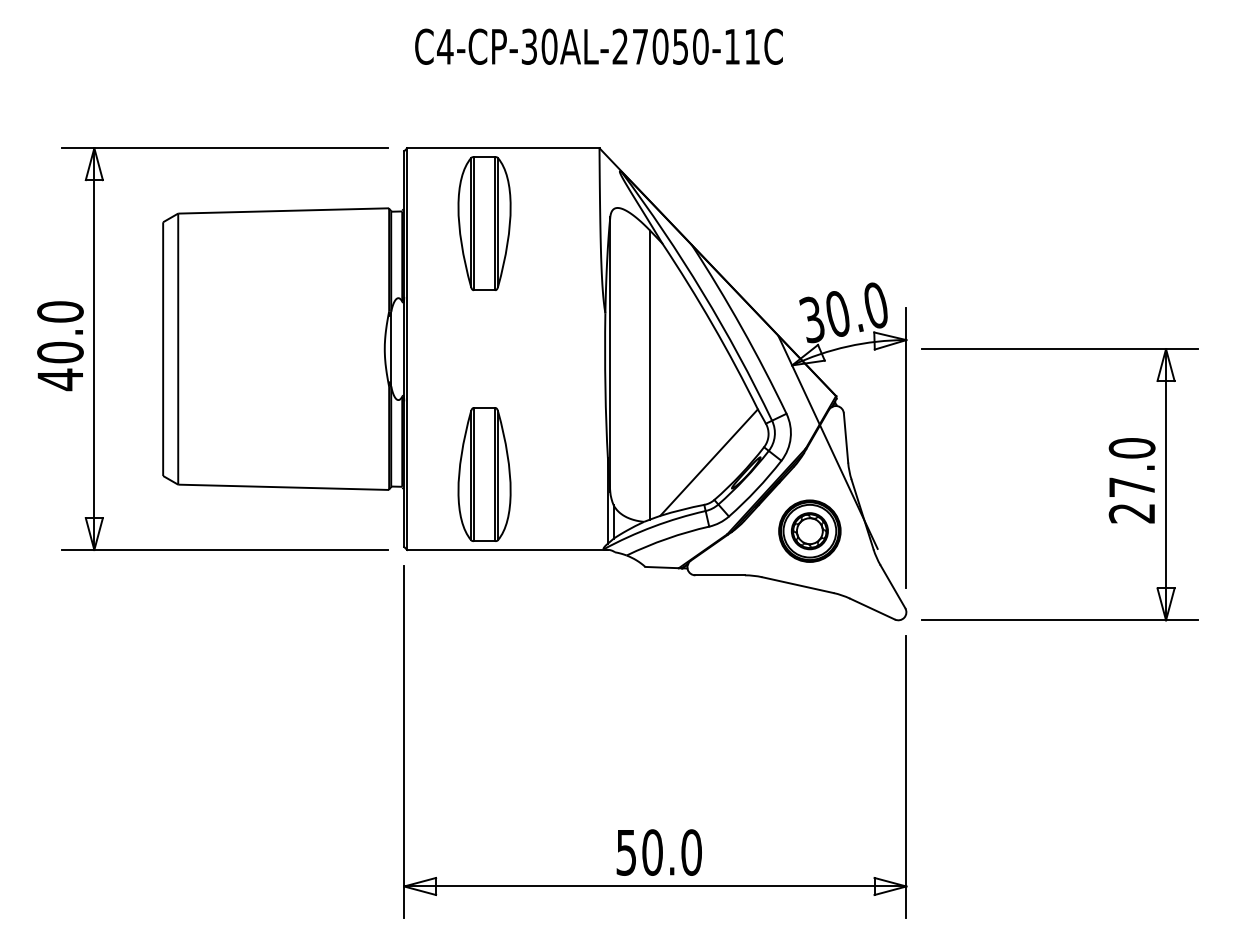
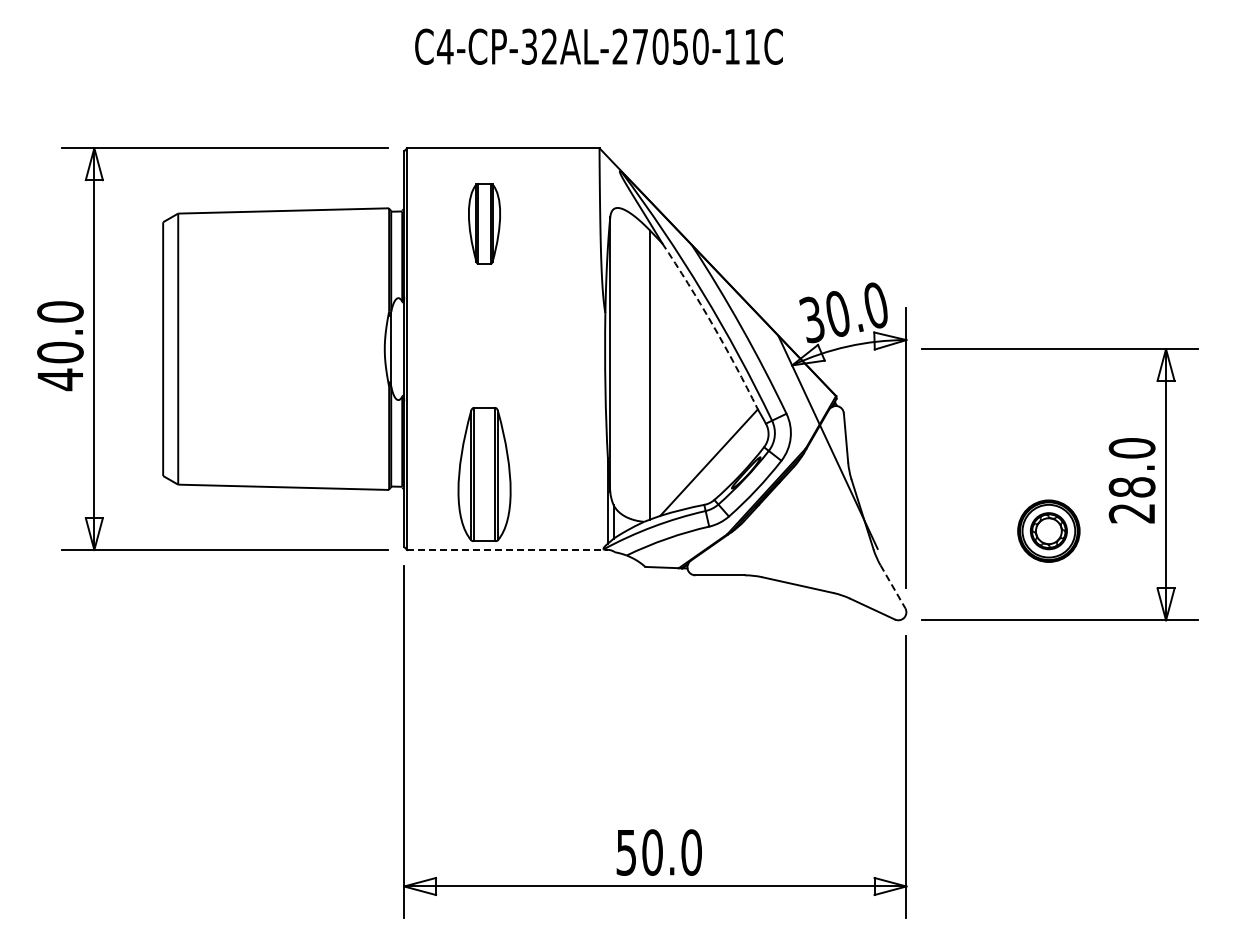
text at (549, 46): C4-CP-30AL-27050-11C -> C4-CP-32AL-27050-11C
part at (484, 223) size: 55x136 px -> 33x82 px
arc at (712, 324): solid -> dashed
text at (1131, 487): 27.0 -> 28.0
part at (809, 530) position: (809, 530) -> (1048, 530)
line at (508, 550): solid -> dashed
line at (892, 586): solid -> dashed
